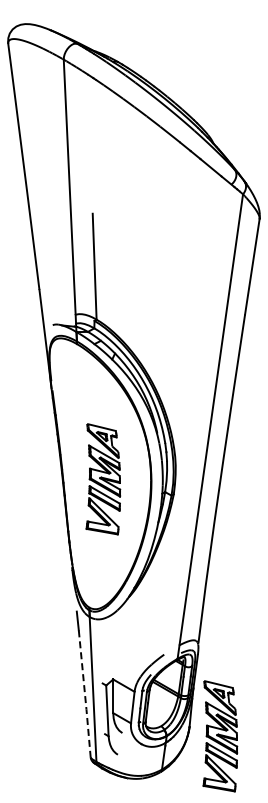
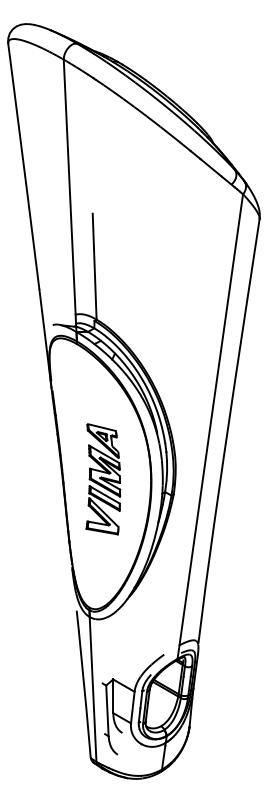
line at (85, 694): dashed -> solid
part at (220, 736): present -> none
